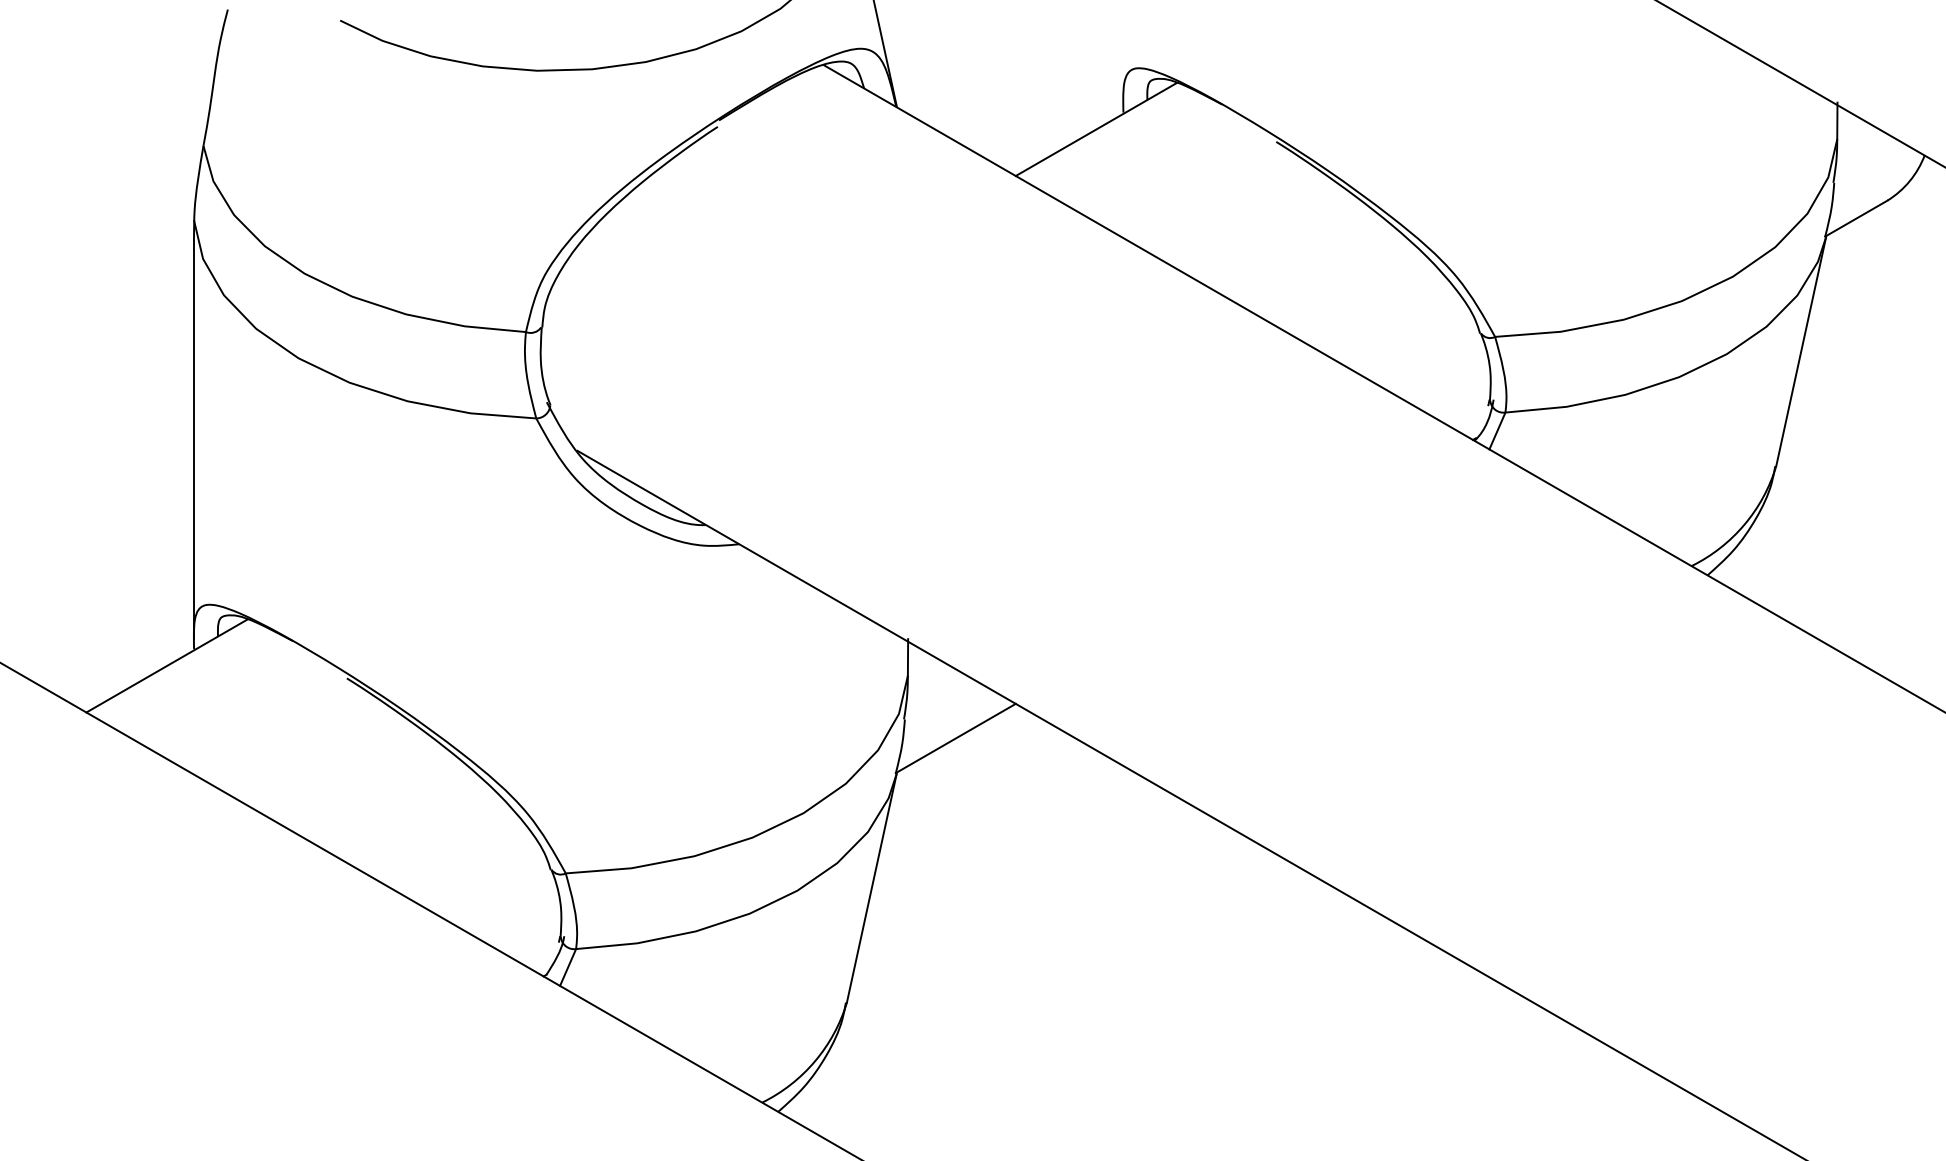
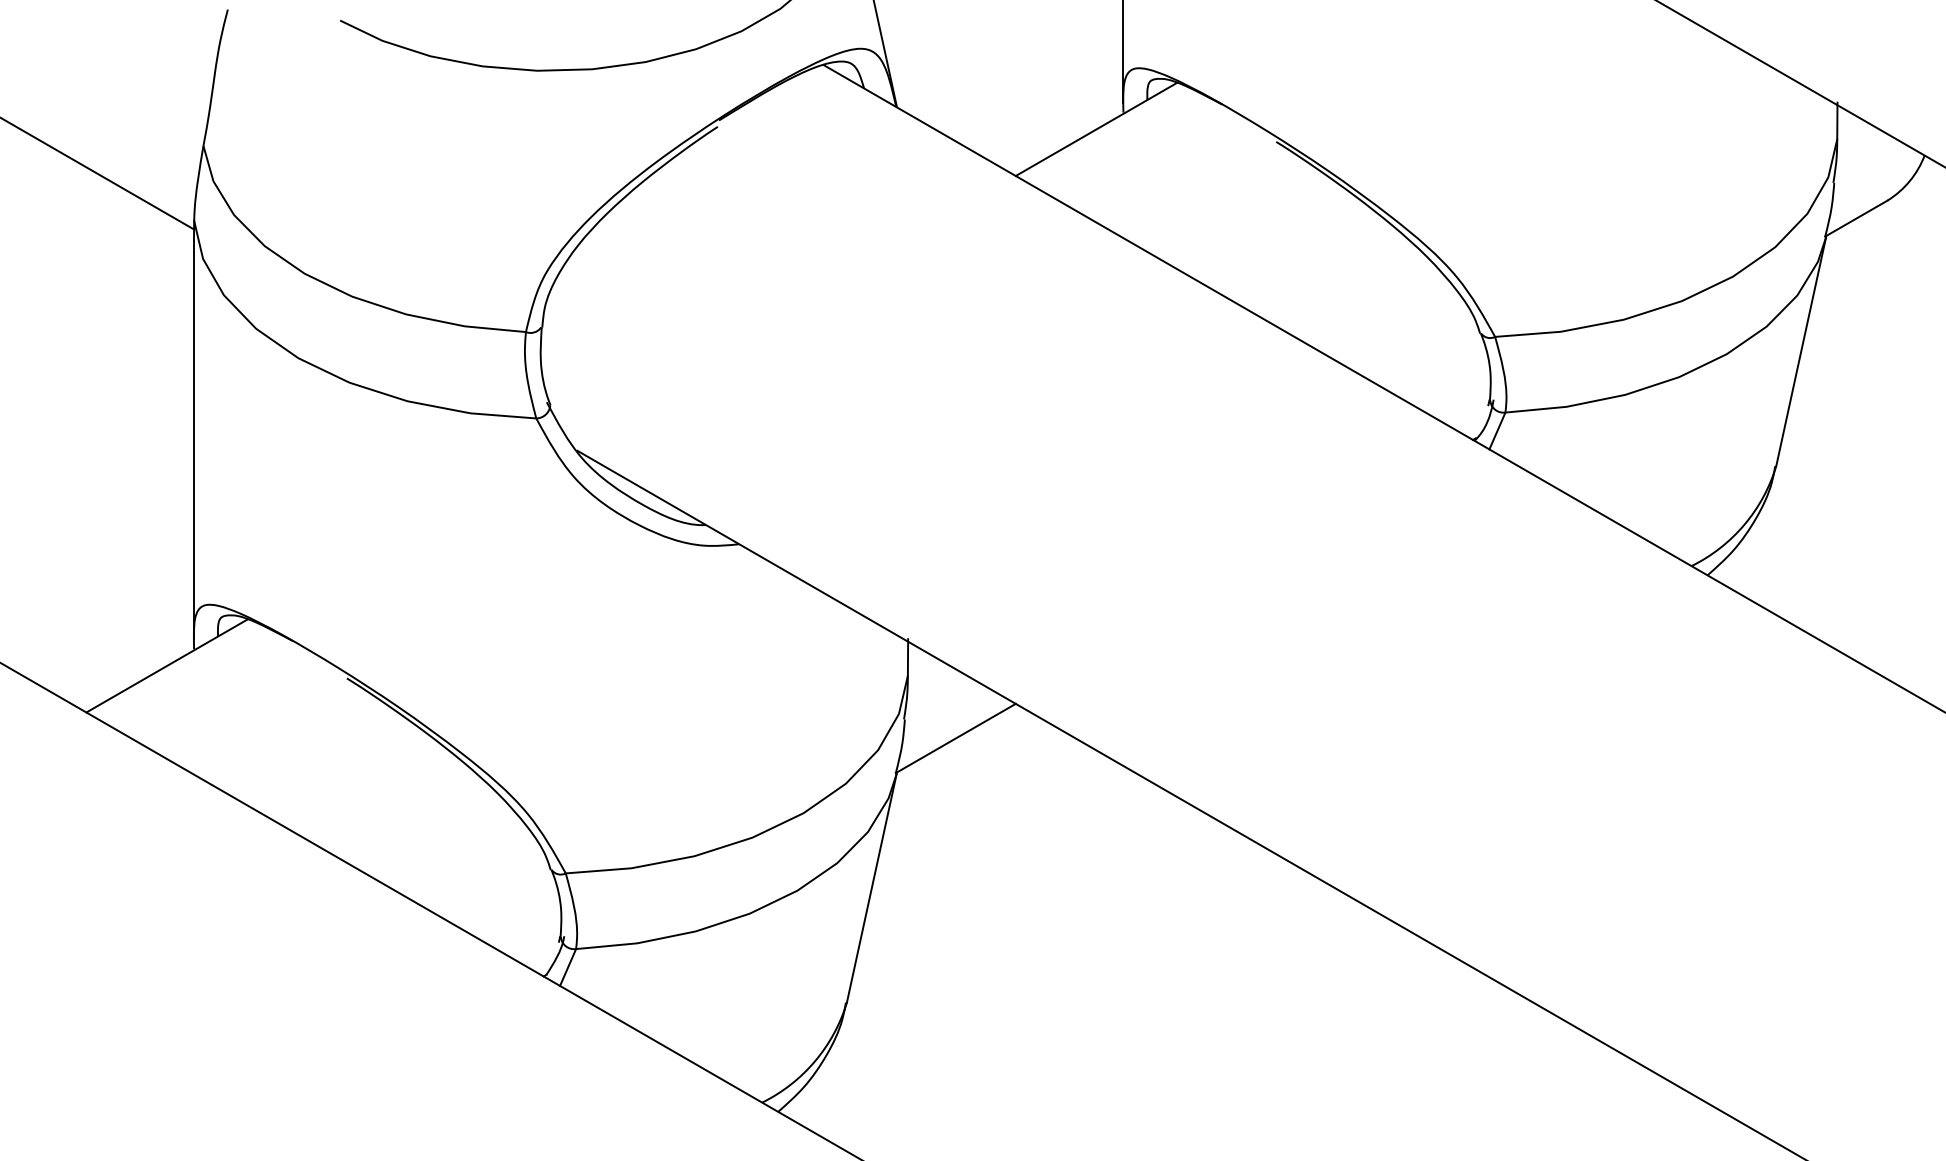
line at (1123, 52): none -> present
line at (98, 173): none -> present
